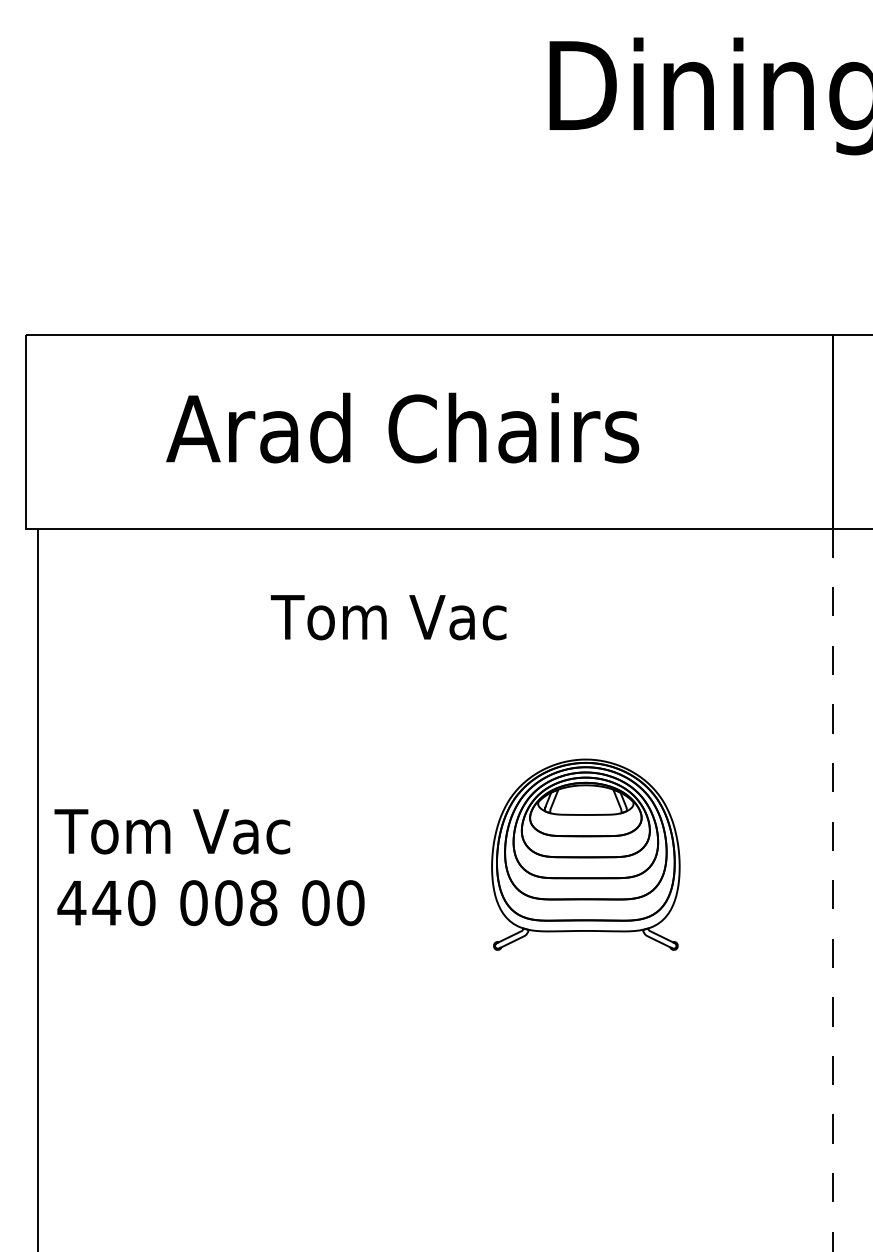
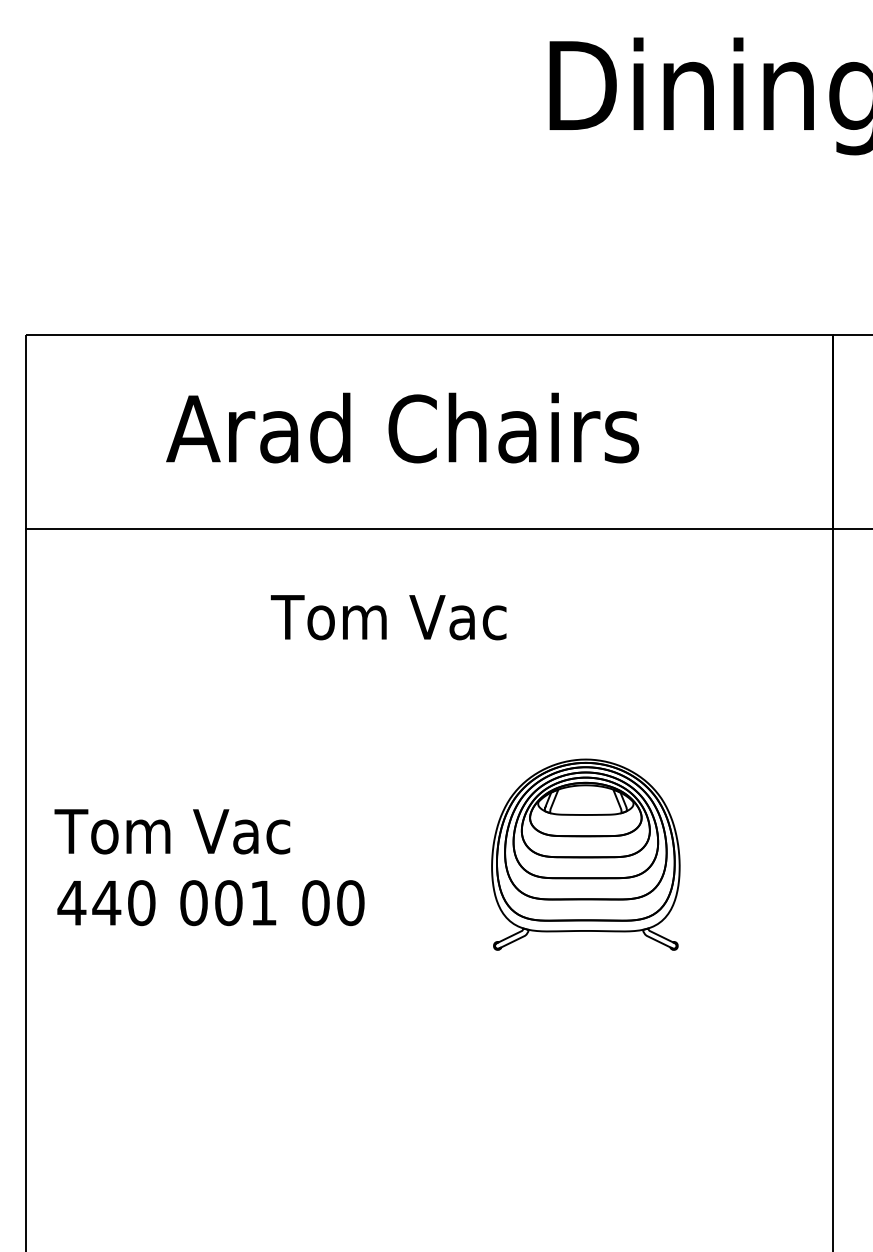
line at (38, 888) position: (38, 888) -> (26, 888)
line at (832, 890): dashed -> solid
text at (263, 903): 008 -> 001
